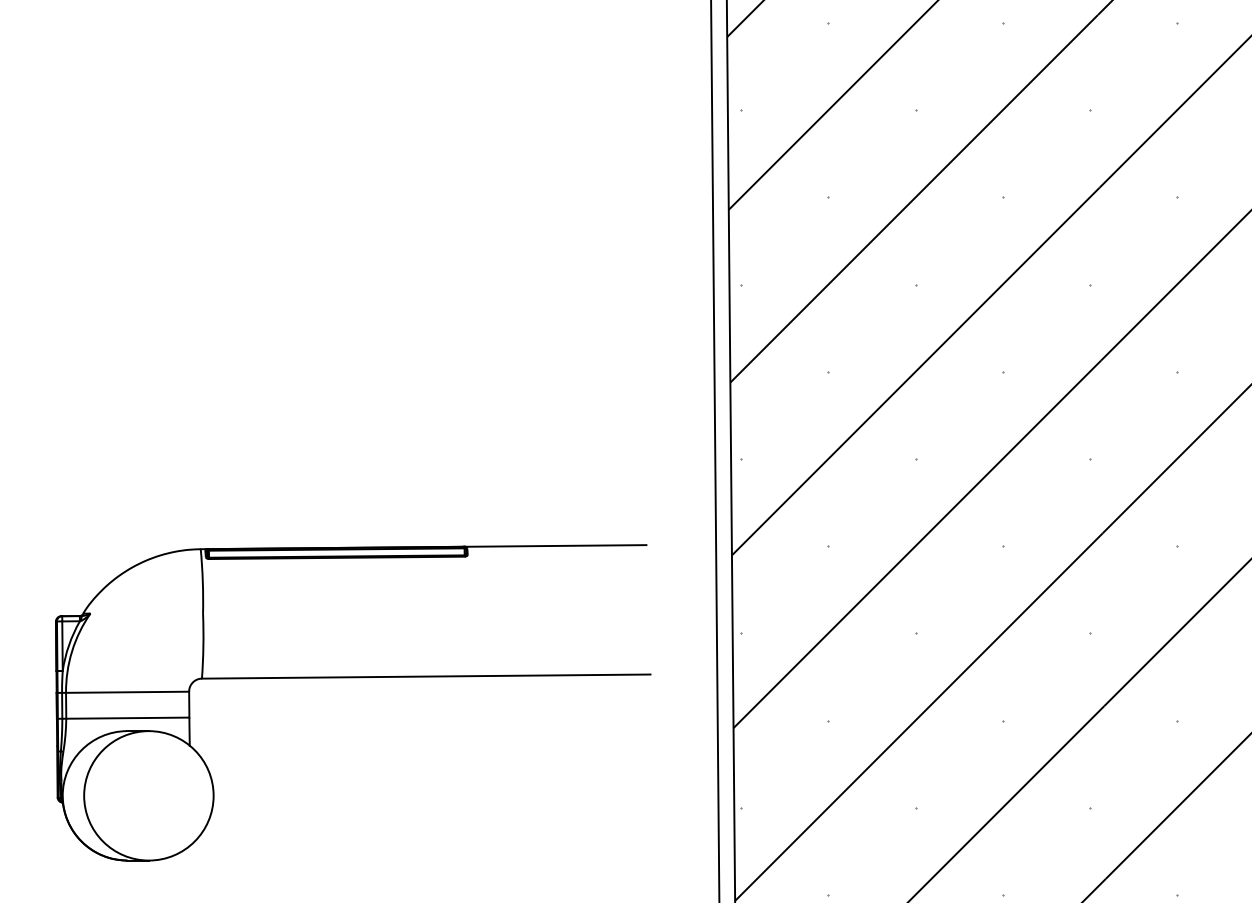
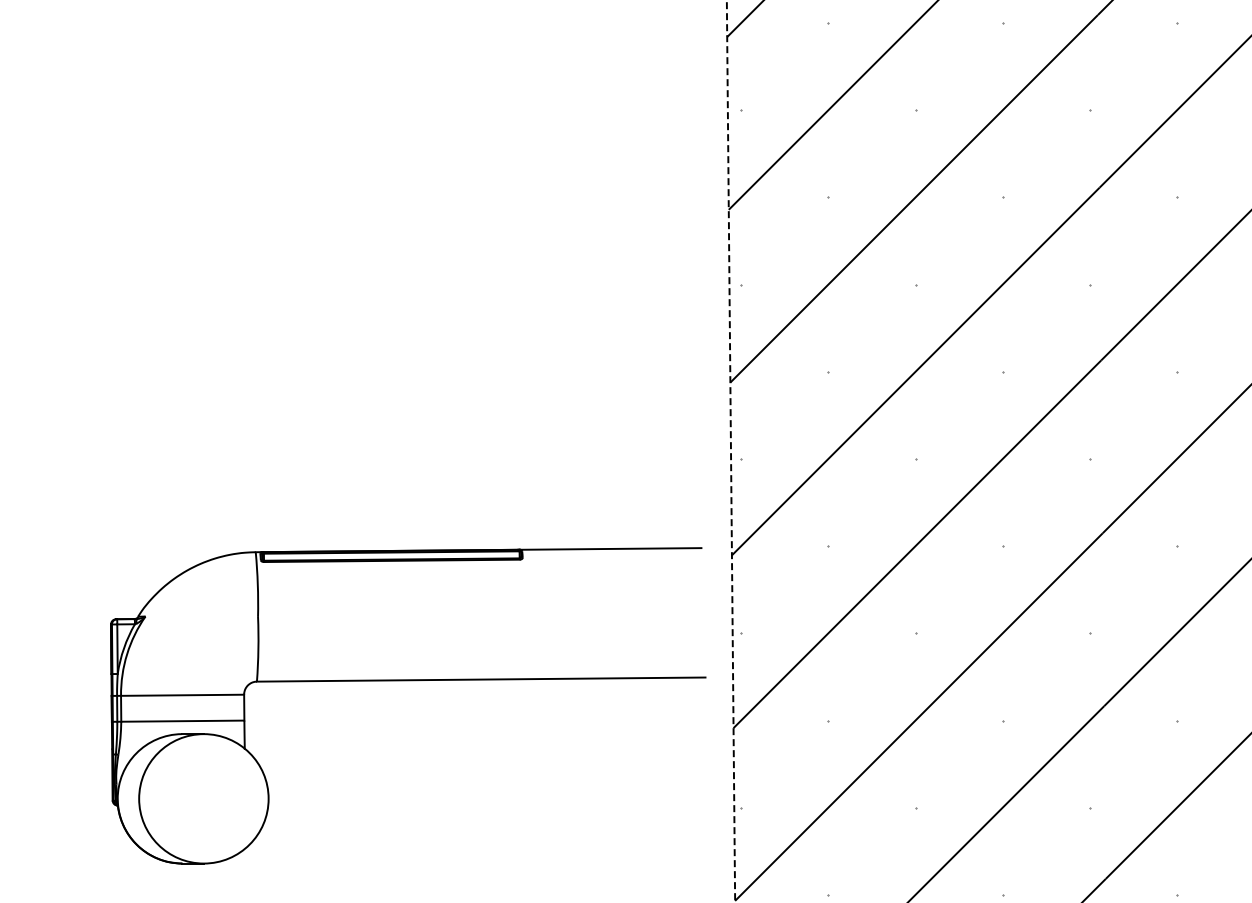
line at (715, 450): present -> none
line at (731, 451): solid -> dashed
part at (353, 678) position: (353, 678) -> (408, 681)
